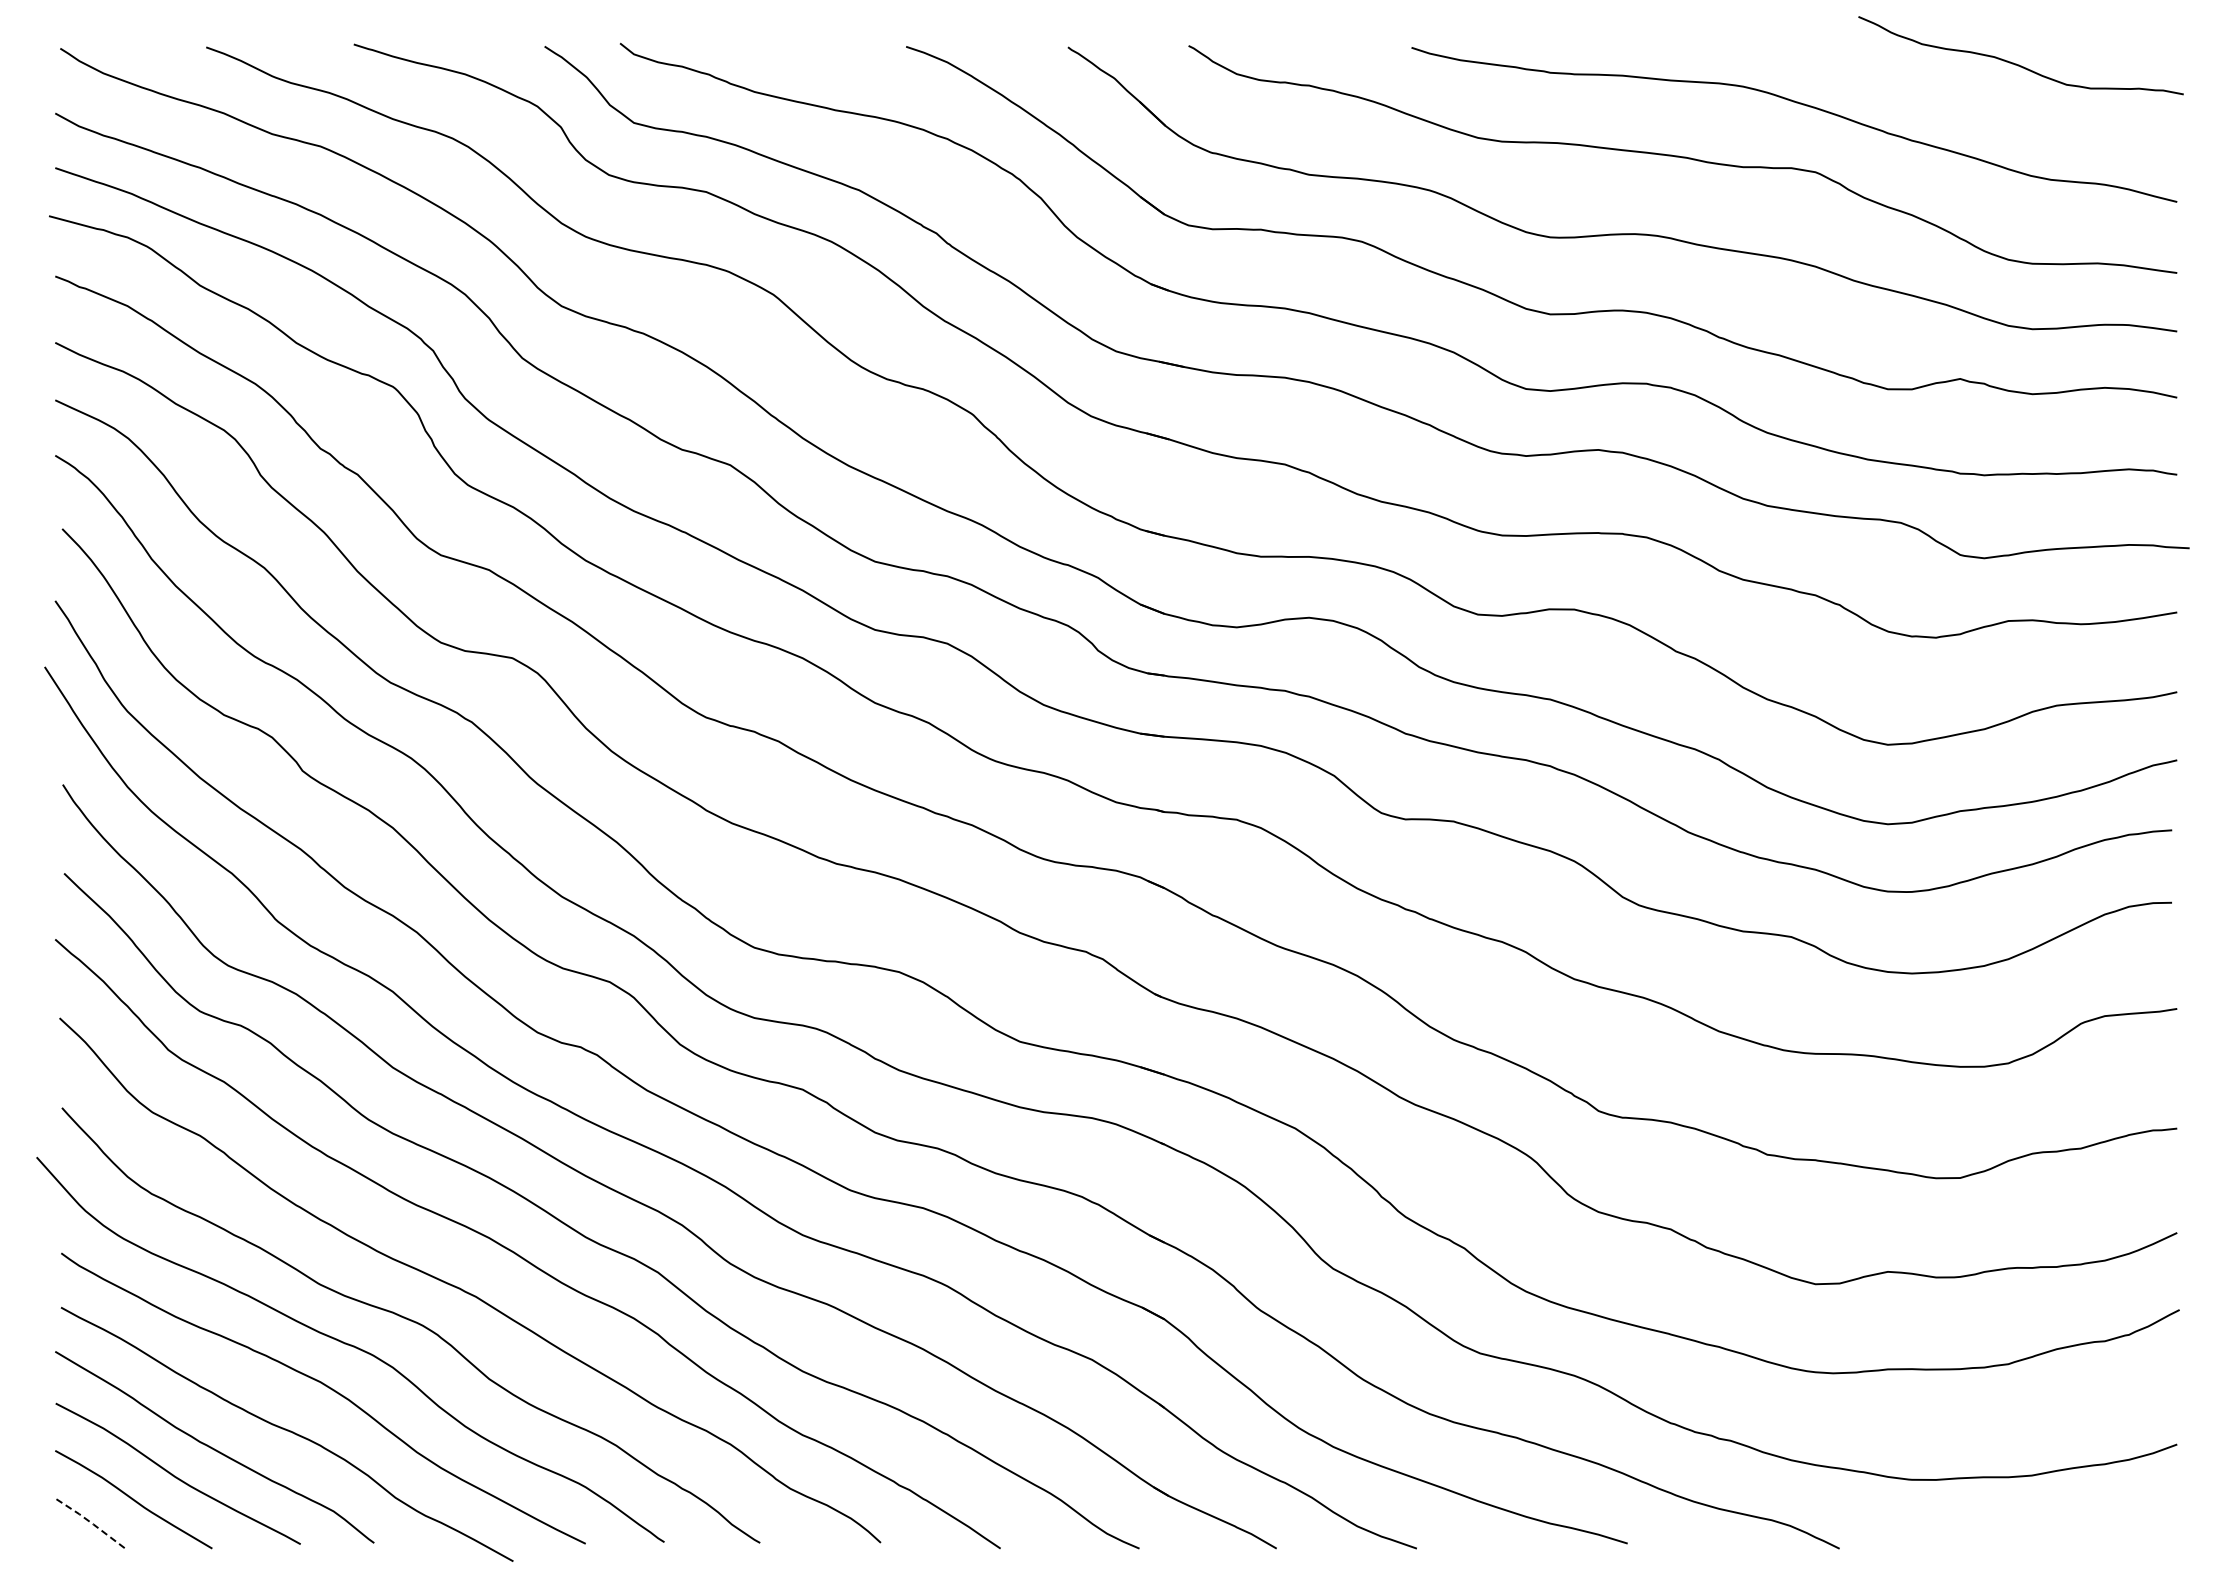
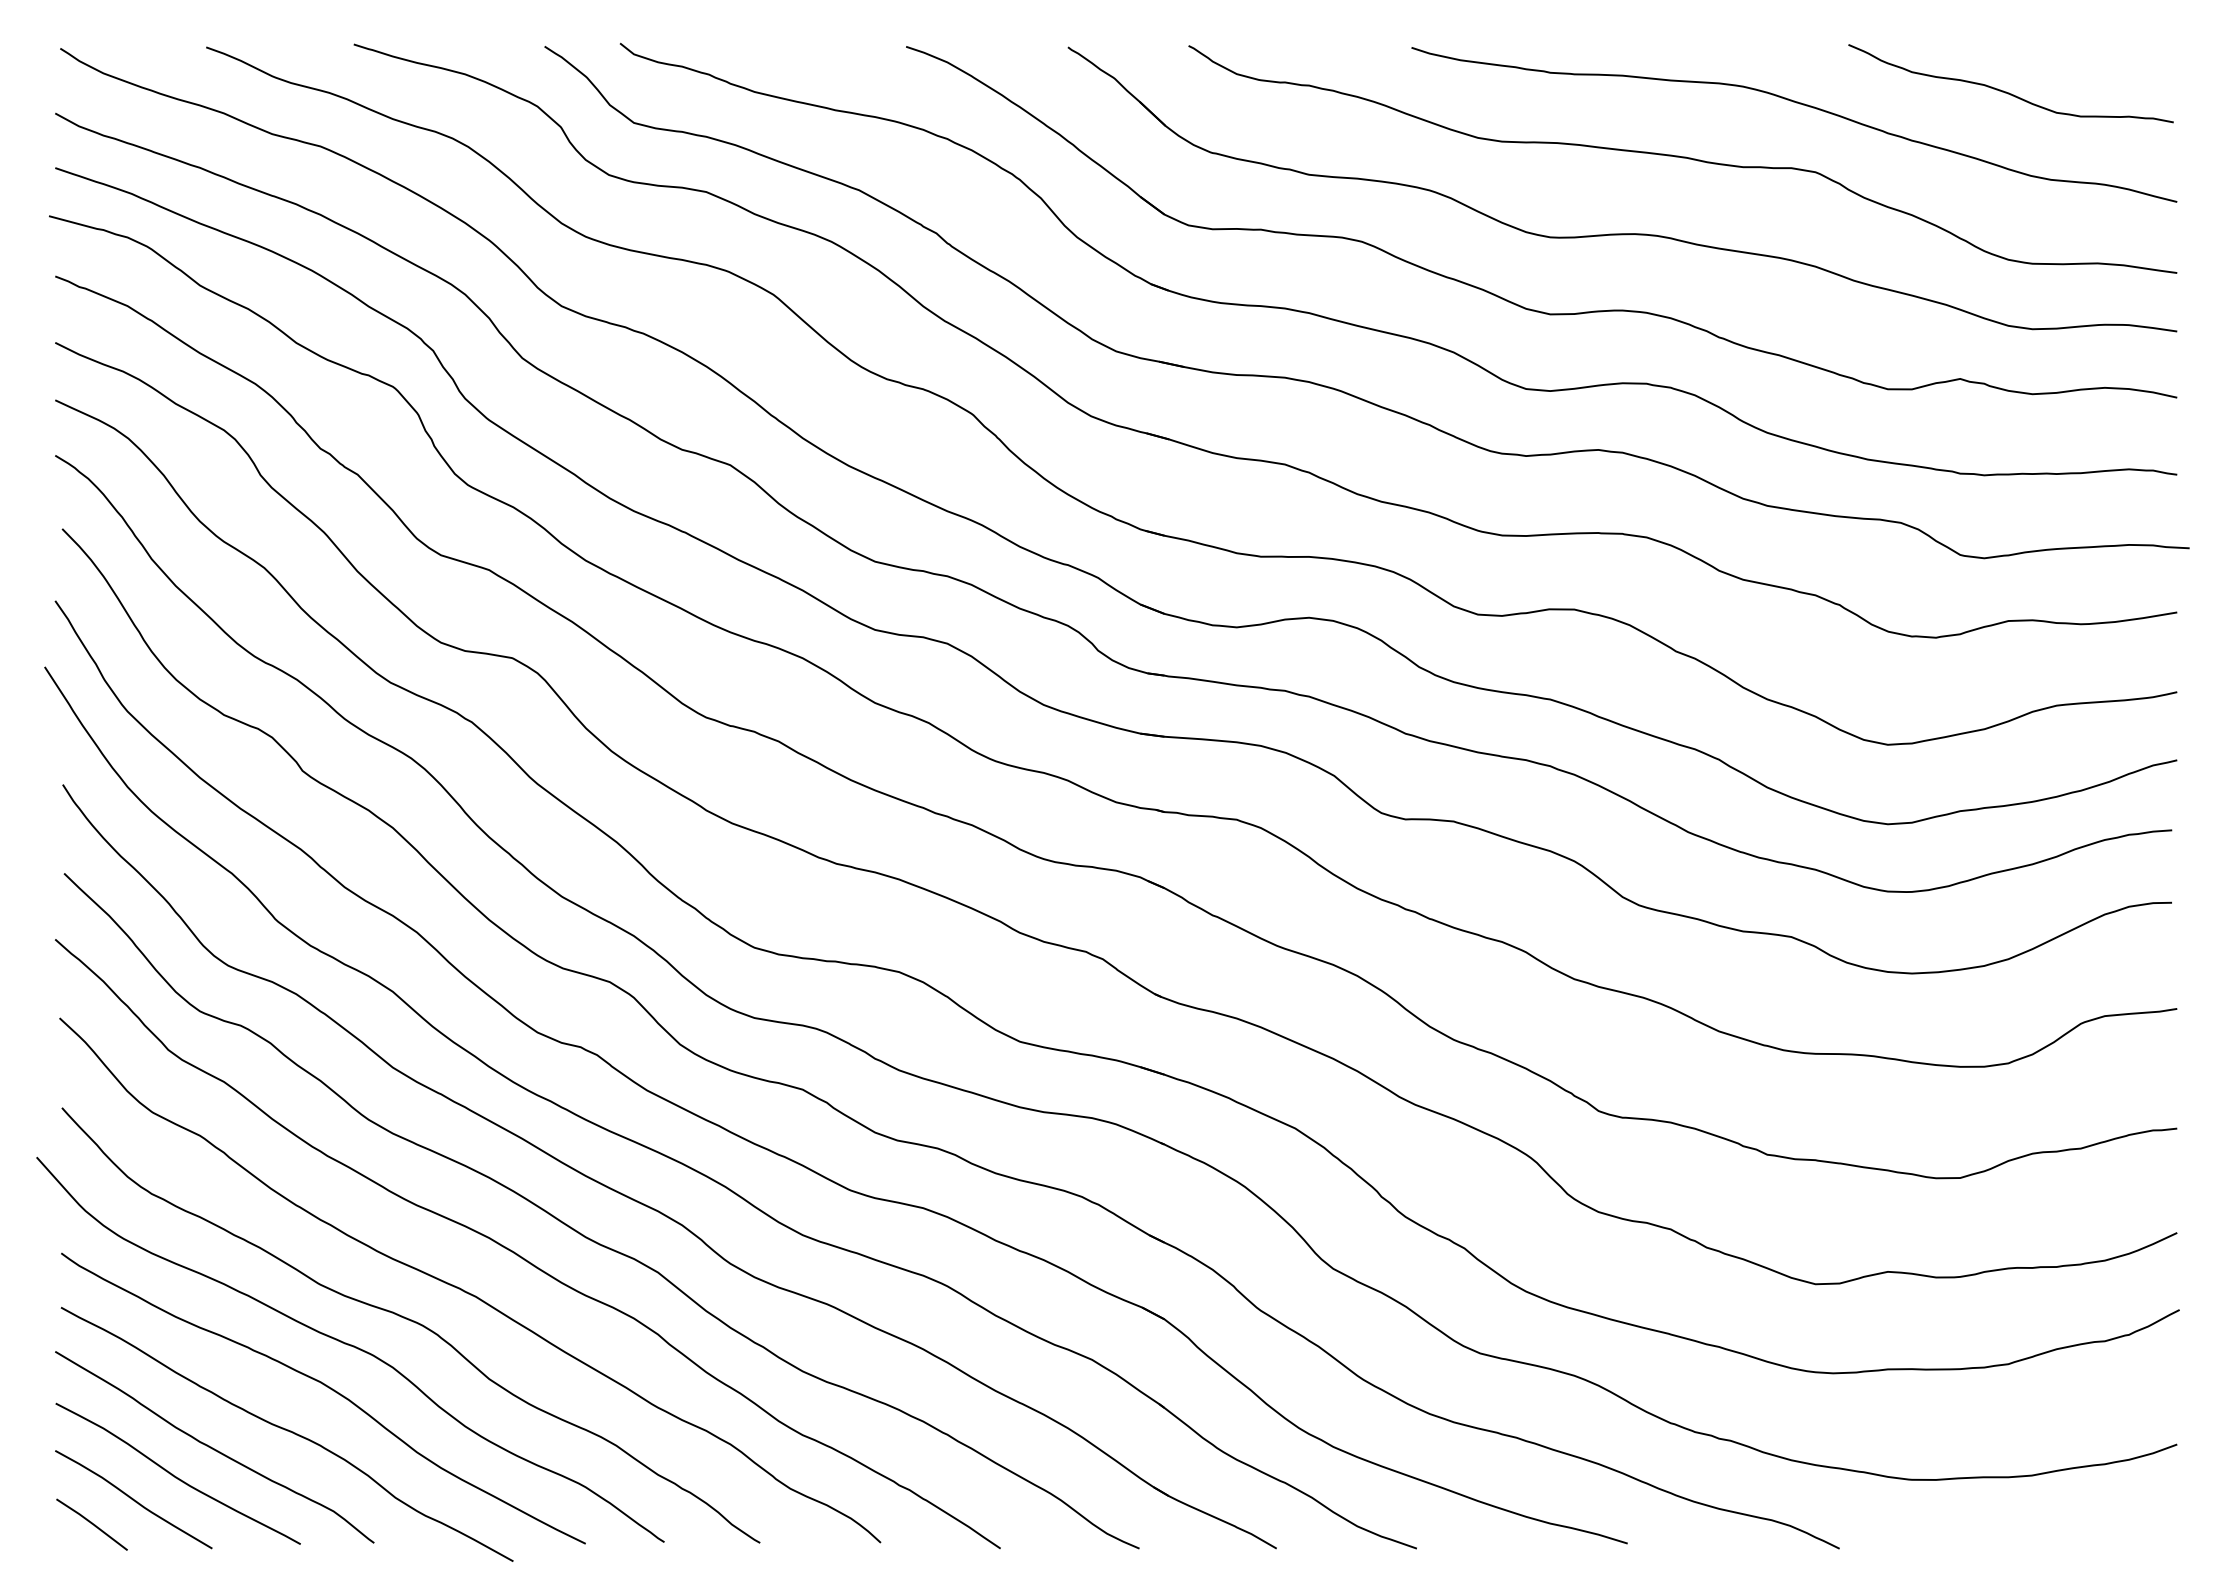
curve at (2016, 63) position: (2016, 63) -> (2006, 91)
line at (92, 1523): dashed -> solid
